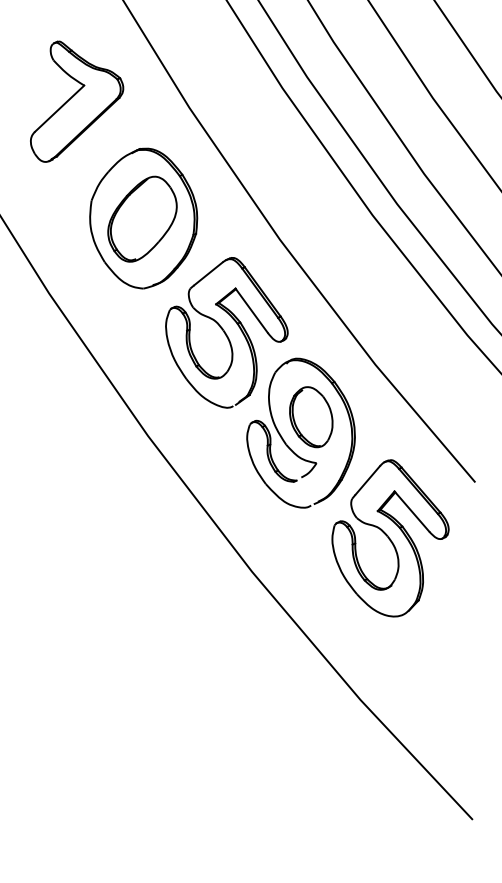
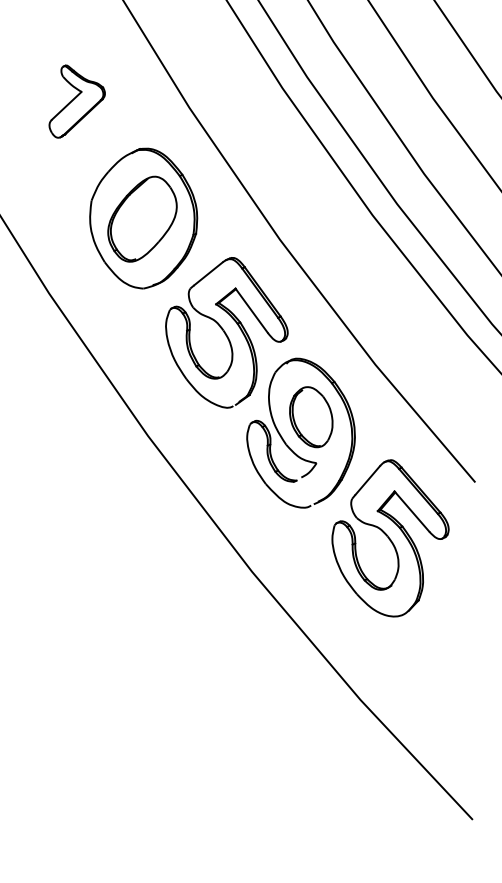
part at (77, 101) size: 95x123 px -> 58x75 px
